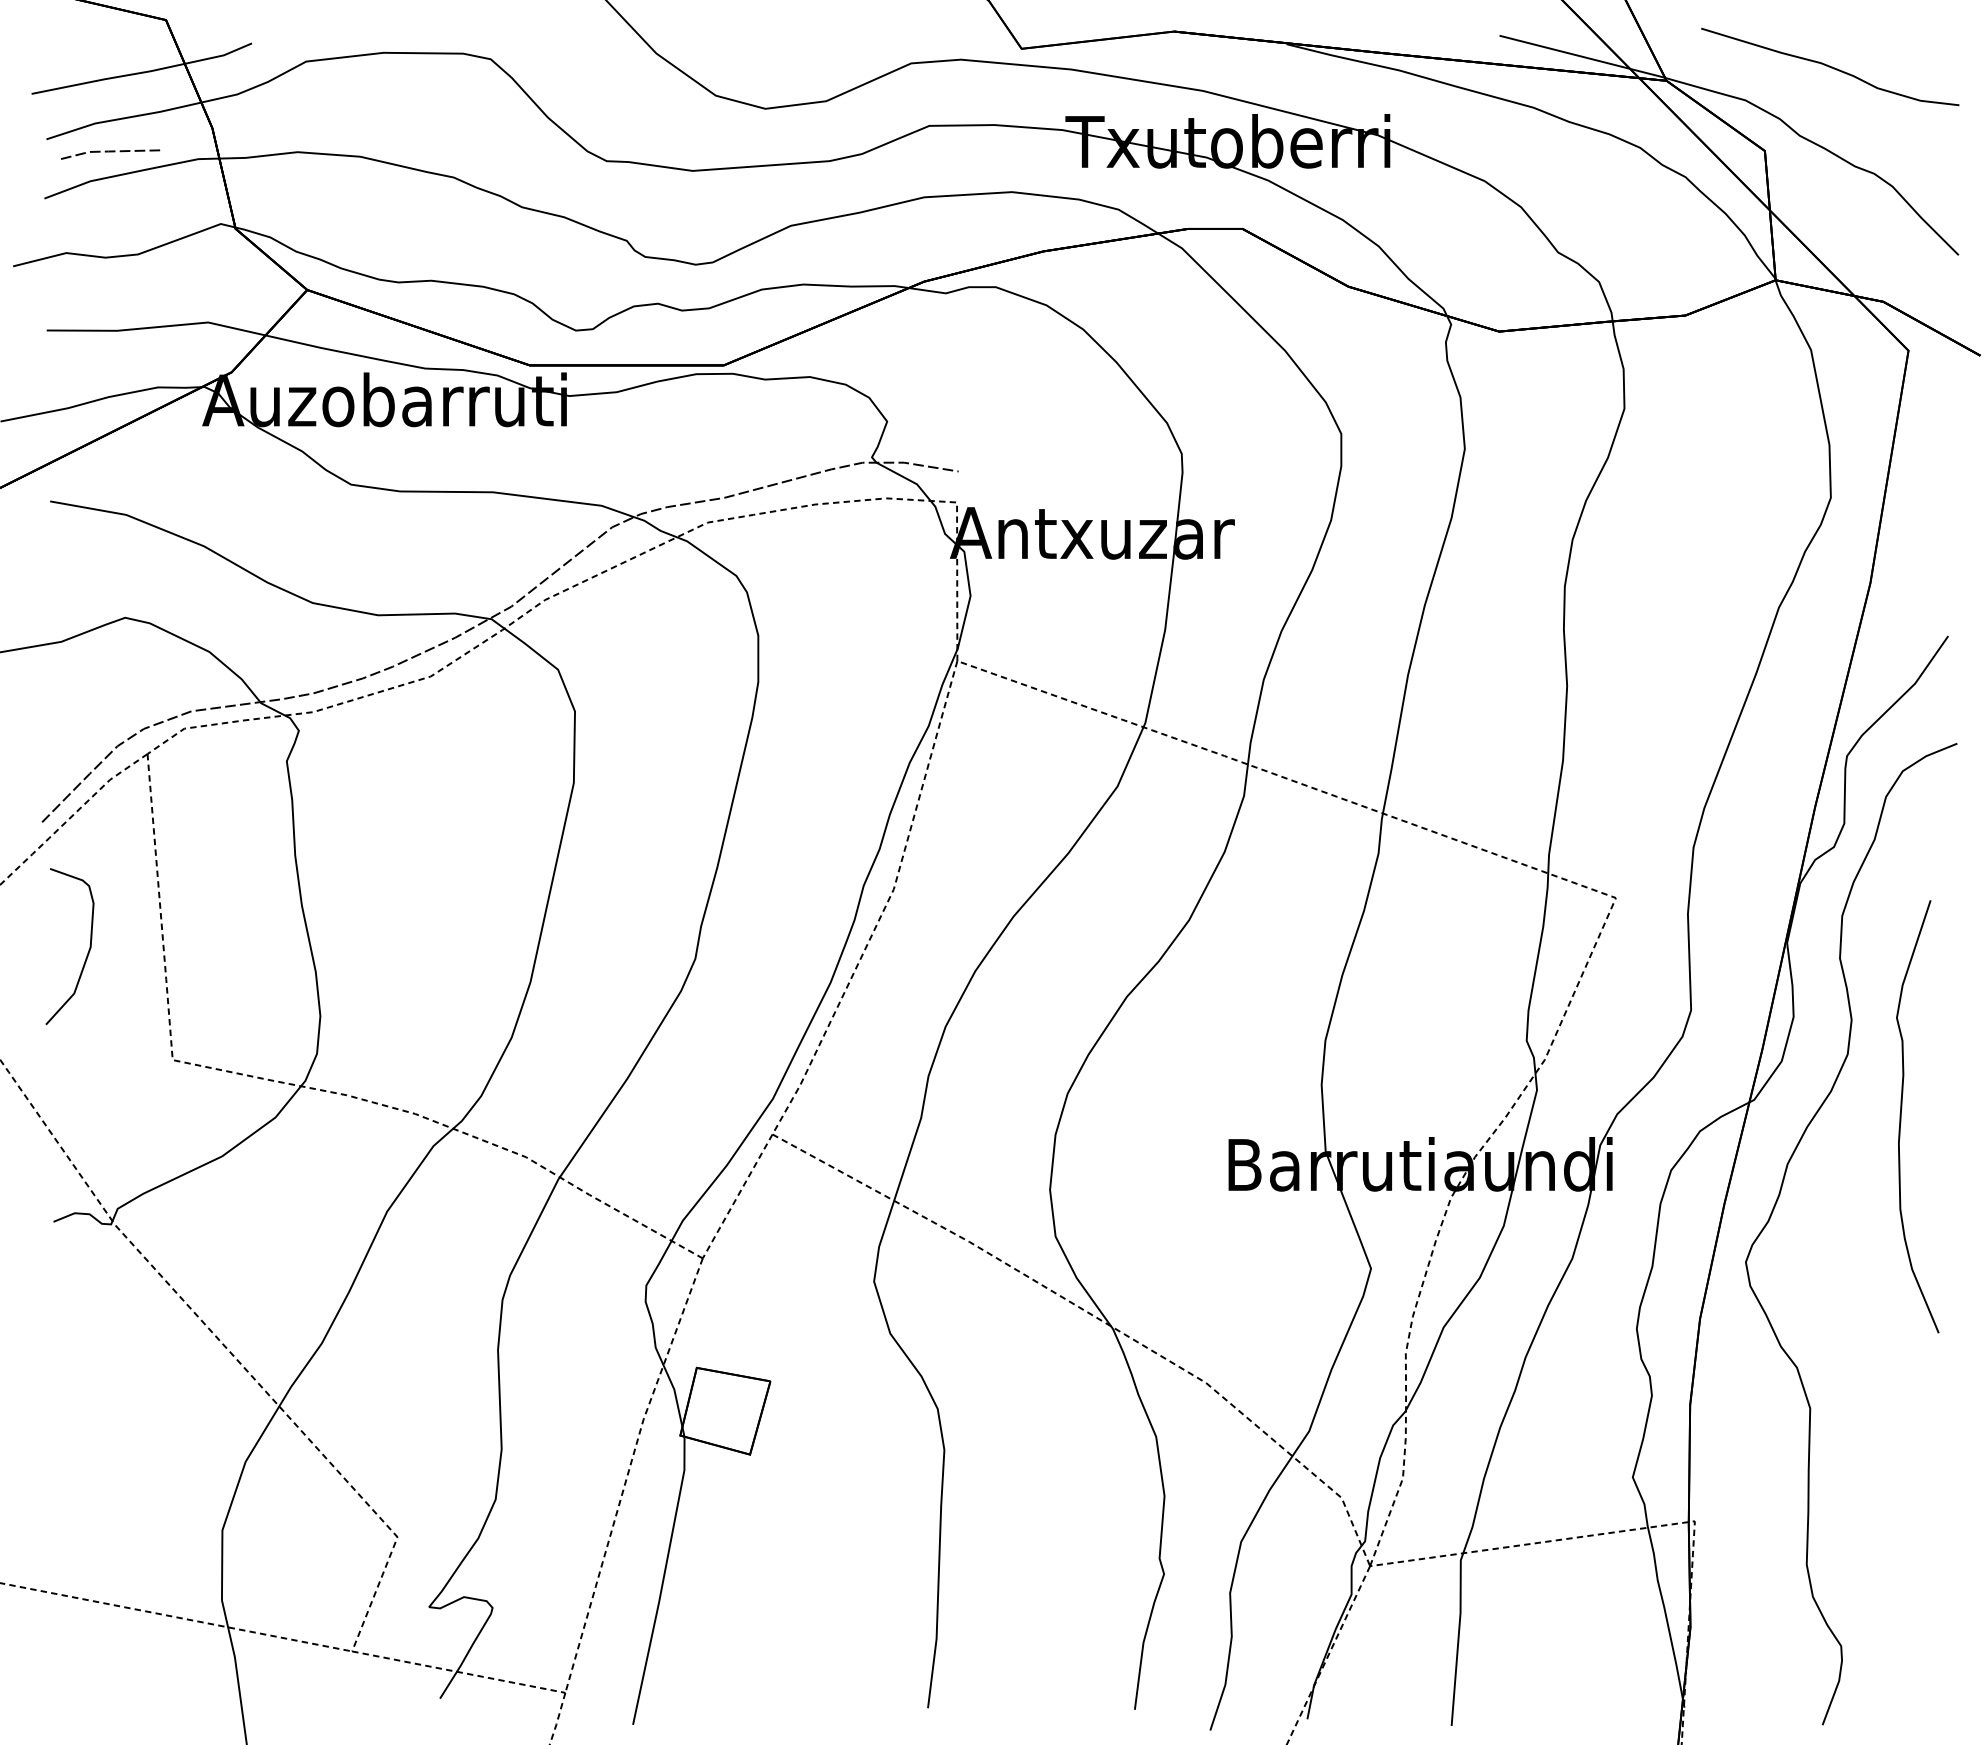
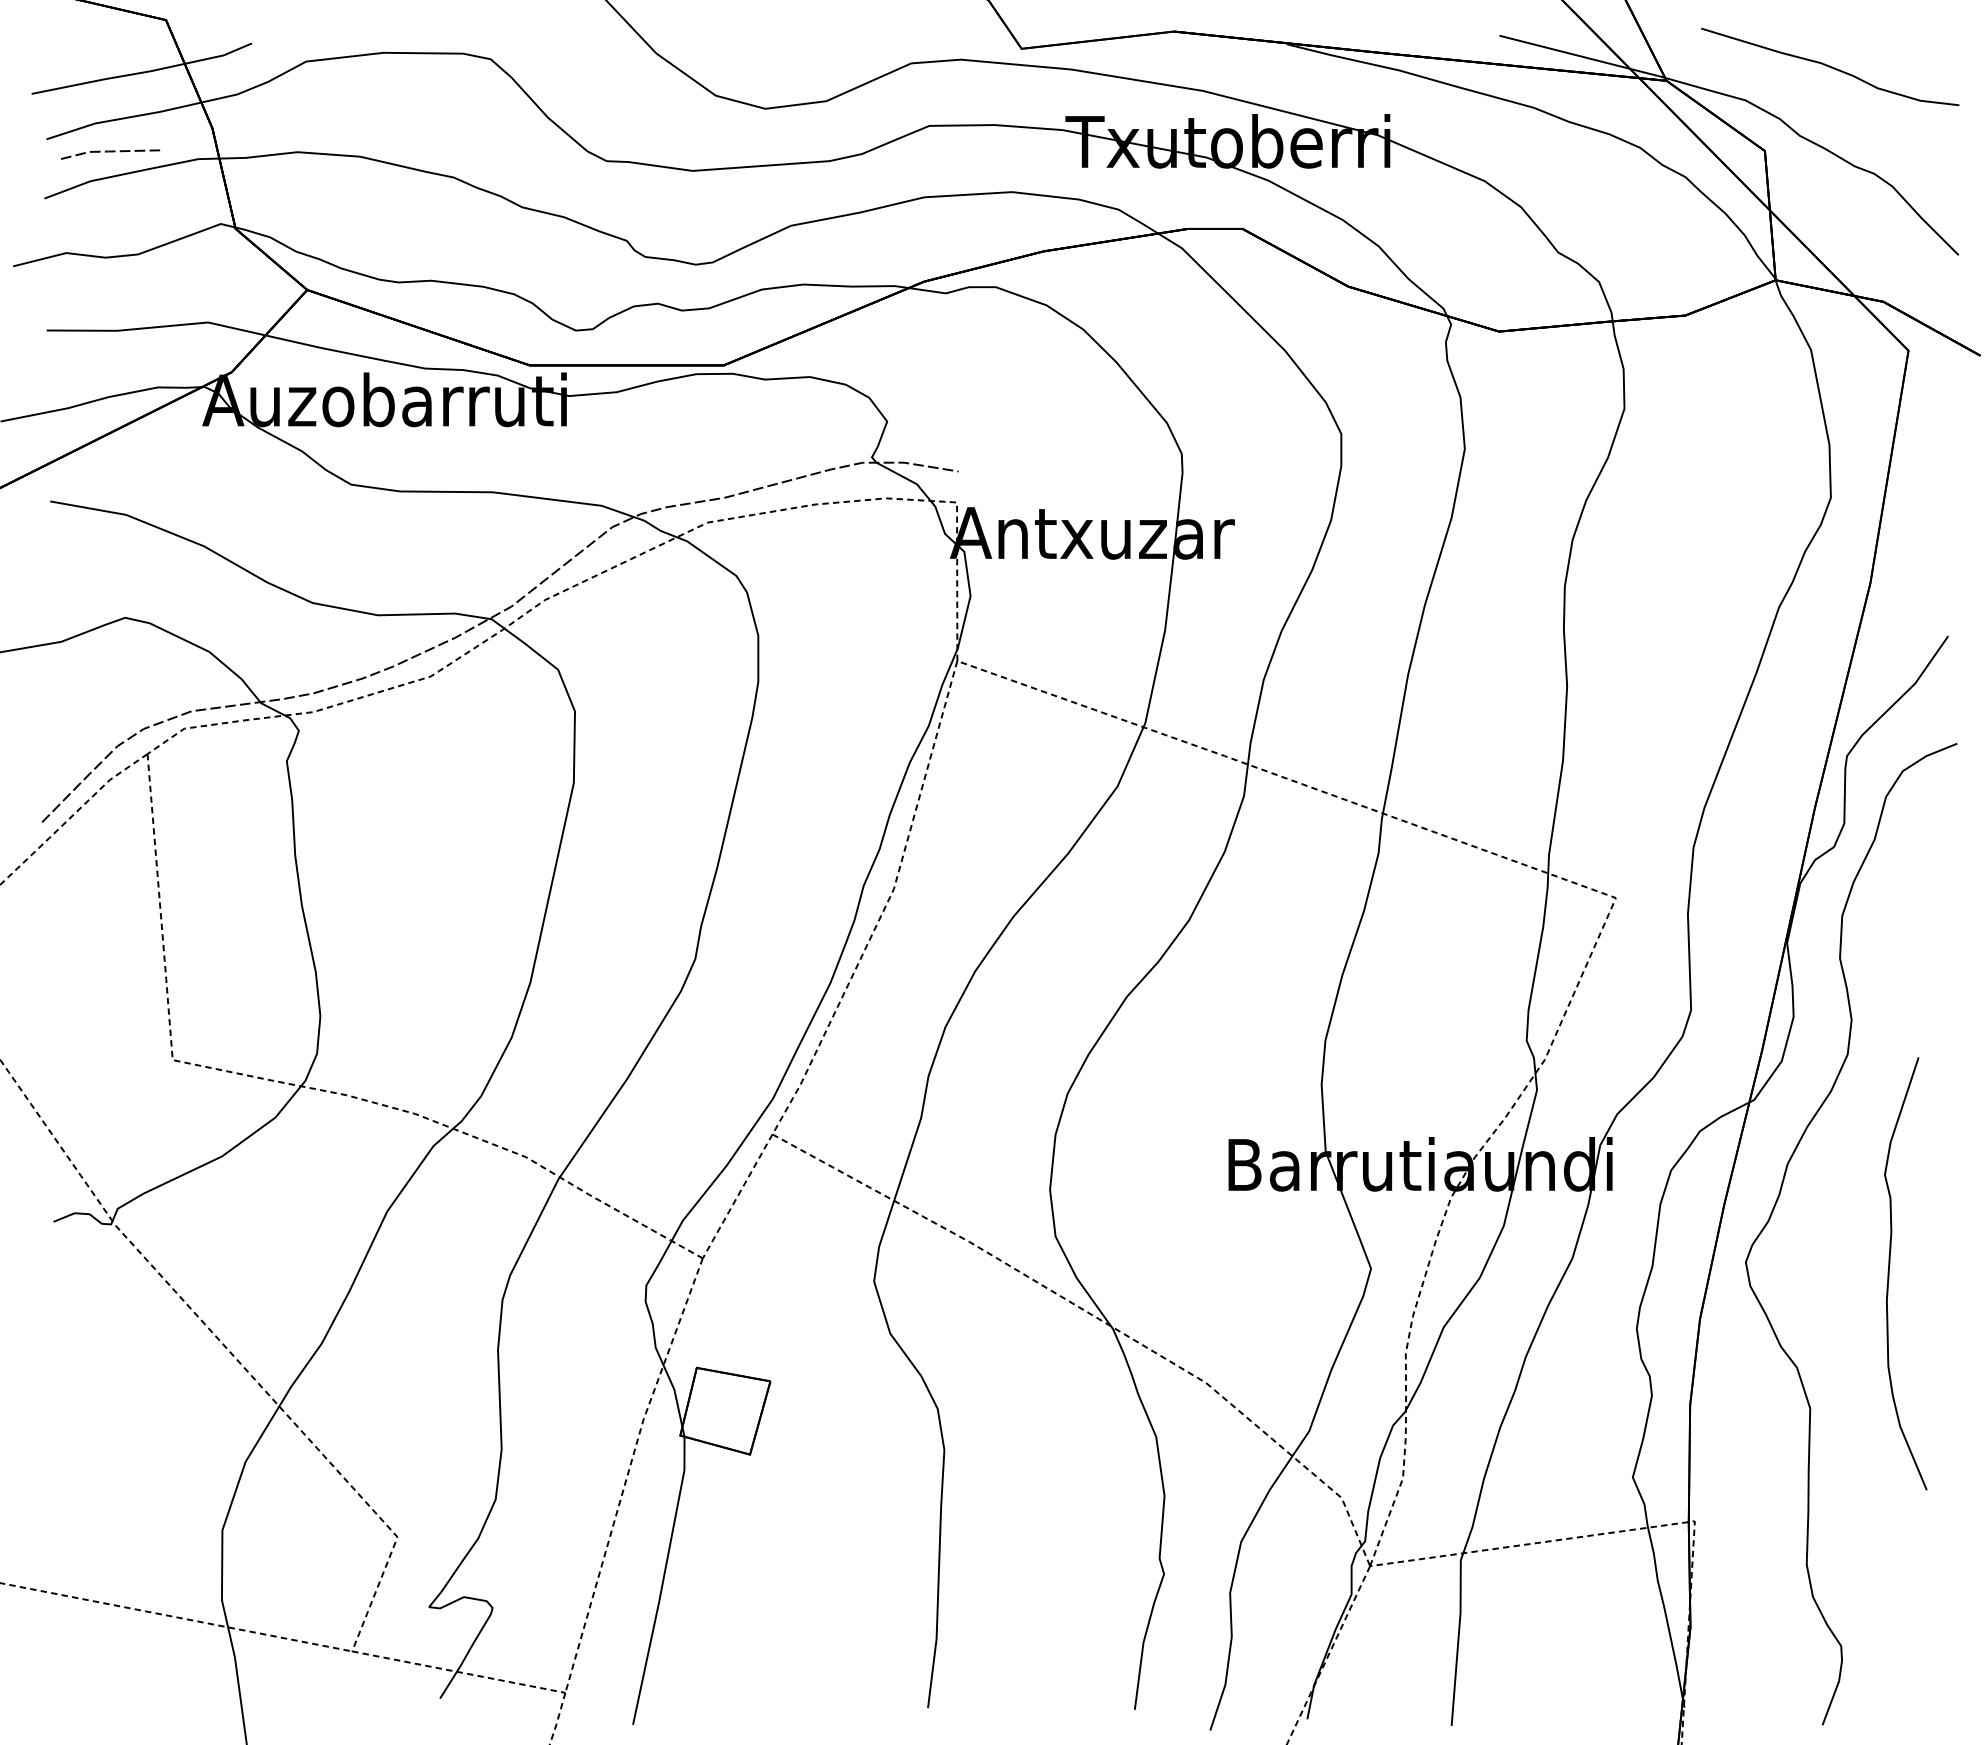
curve at (87, 952): present -> none
curve at (1901, 1116) position: (1901, 1116) -> (1889, 1273)
